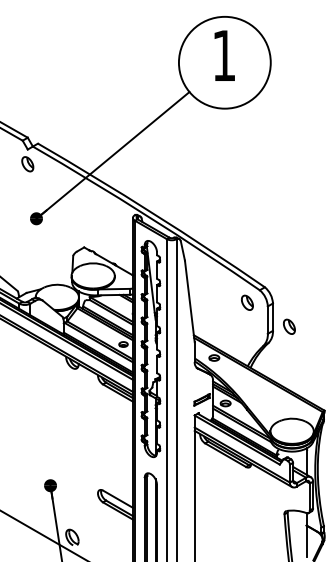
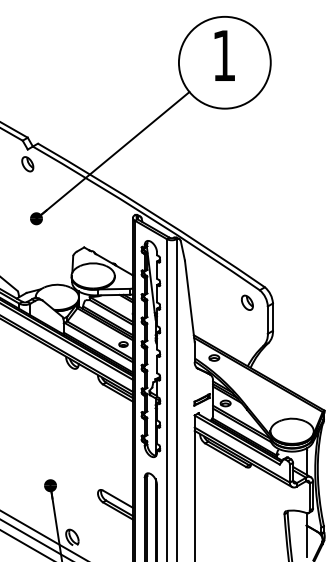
part at (289, 326): present -> none
line at (35, 539): none -> present
line at (25, 544): none -> present
